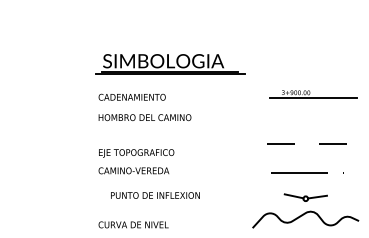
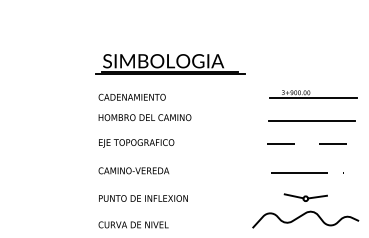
line at (311, 121): none -> present
text at (136, 153) position: (136, 153) -> (136, 143)
text at (155, 195) position: (155, 195) -> (143, 198)
